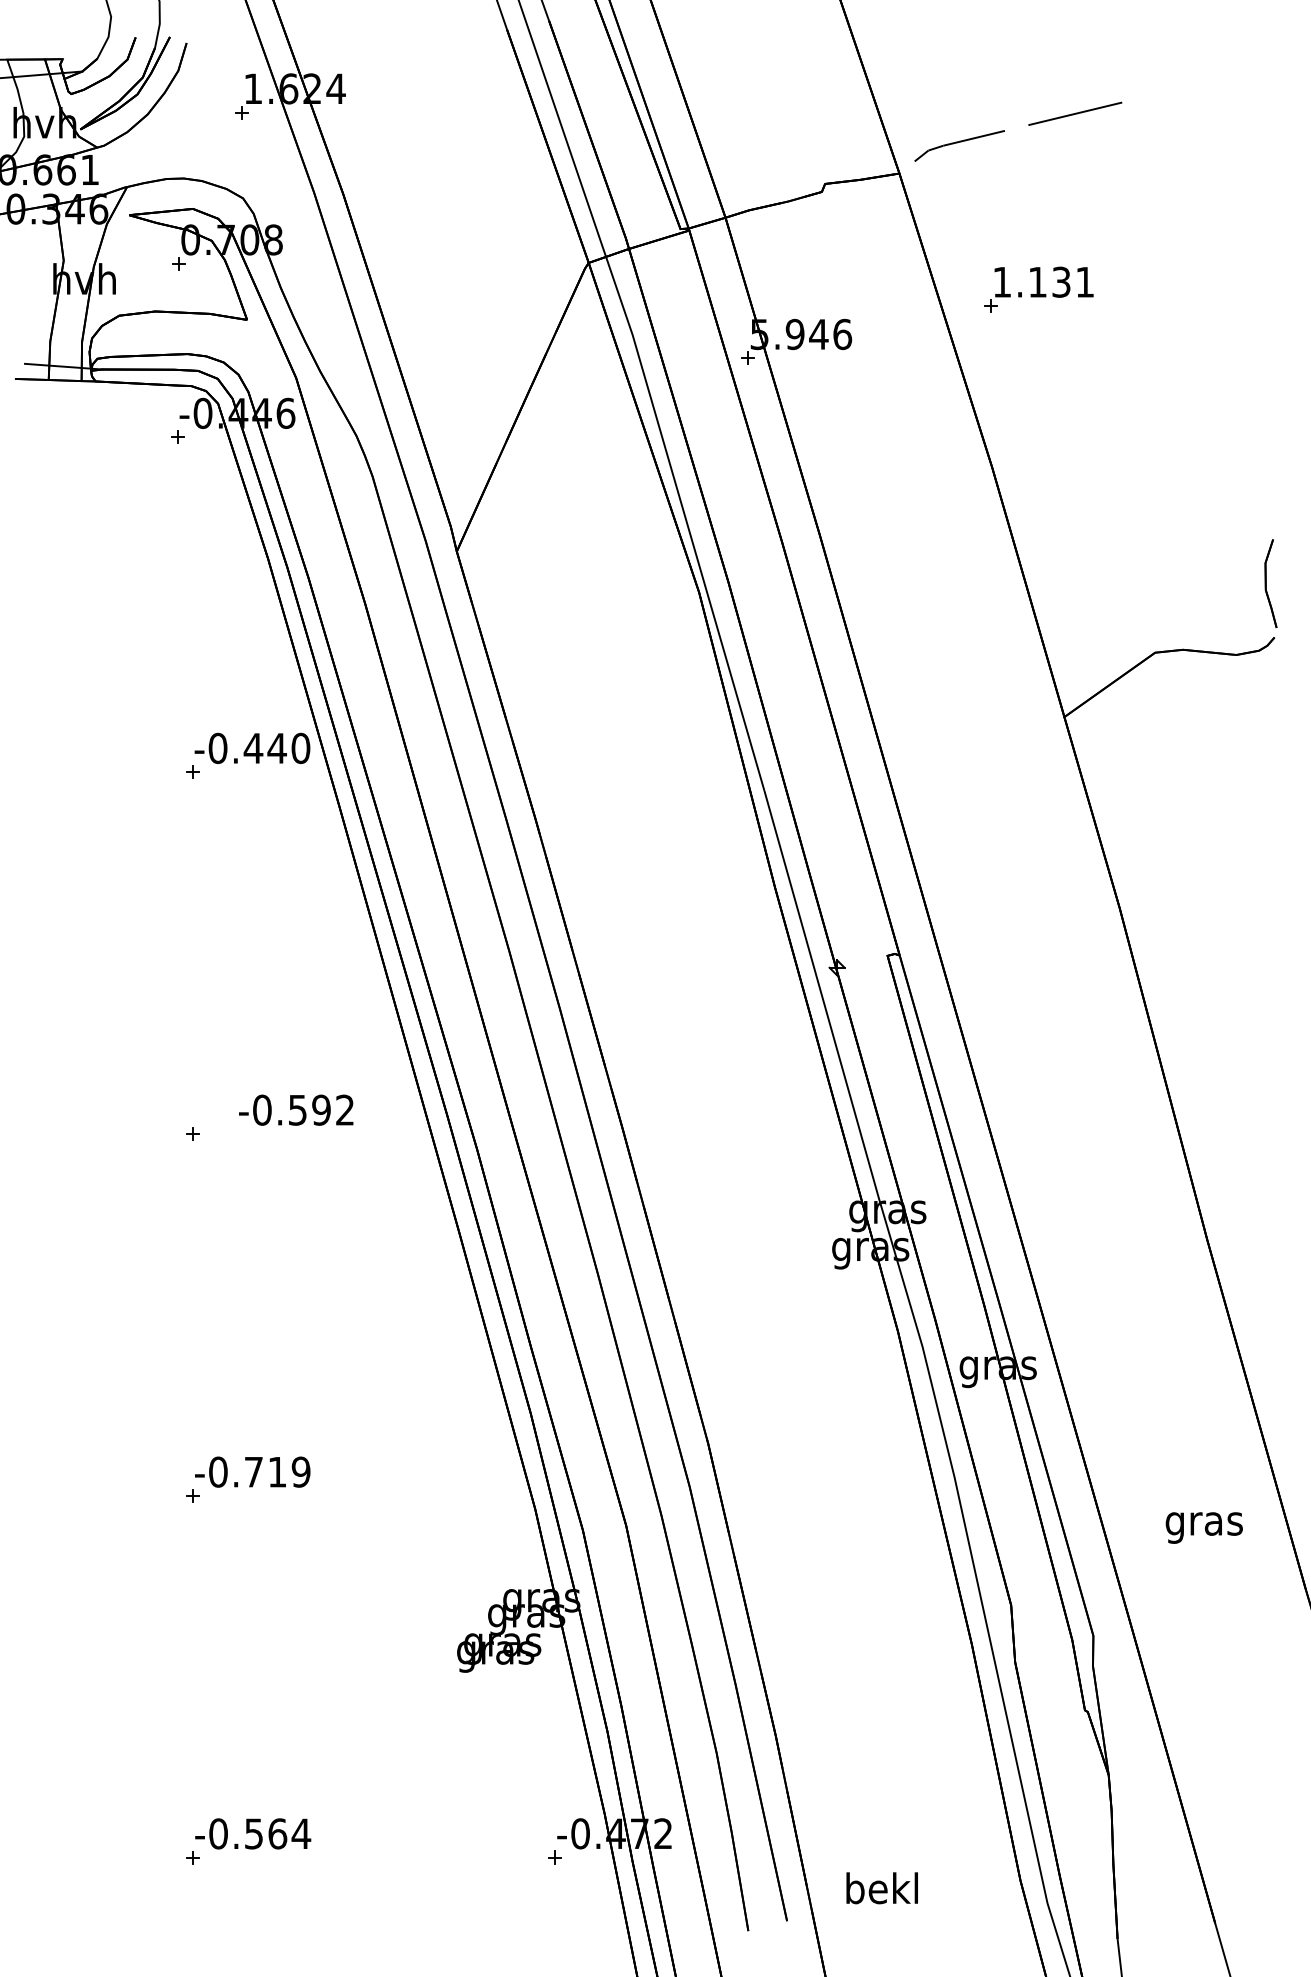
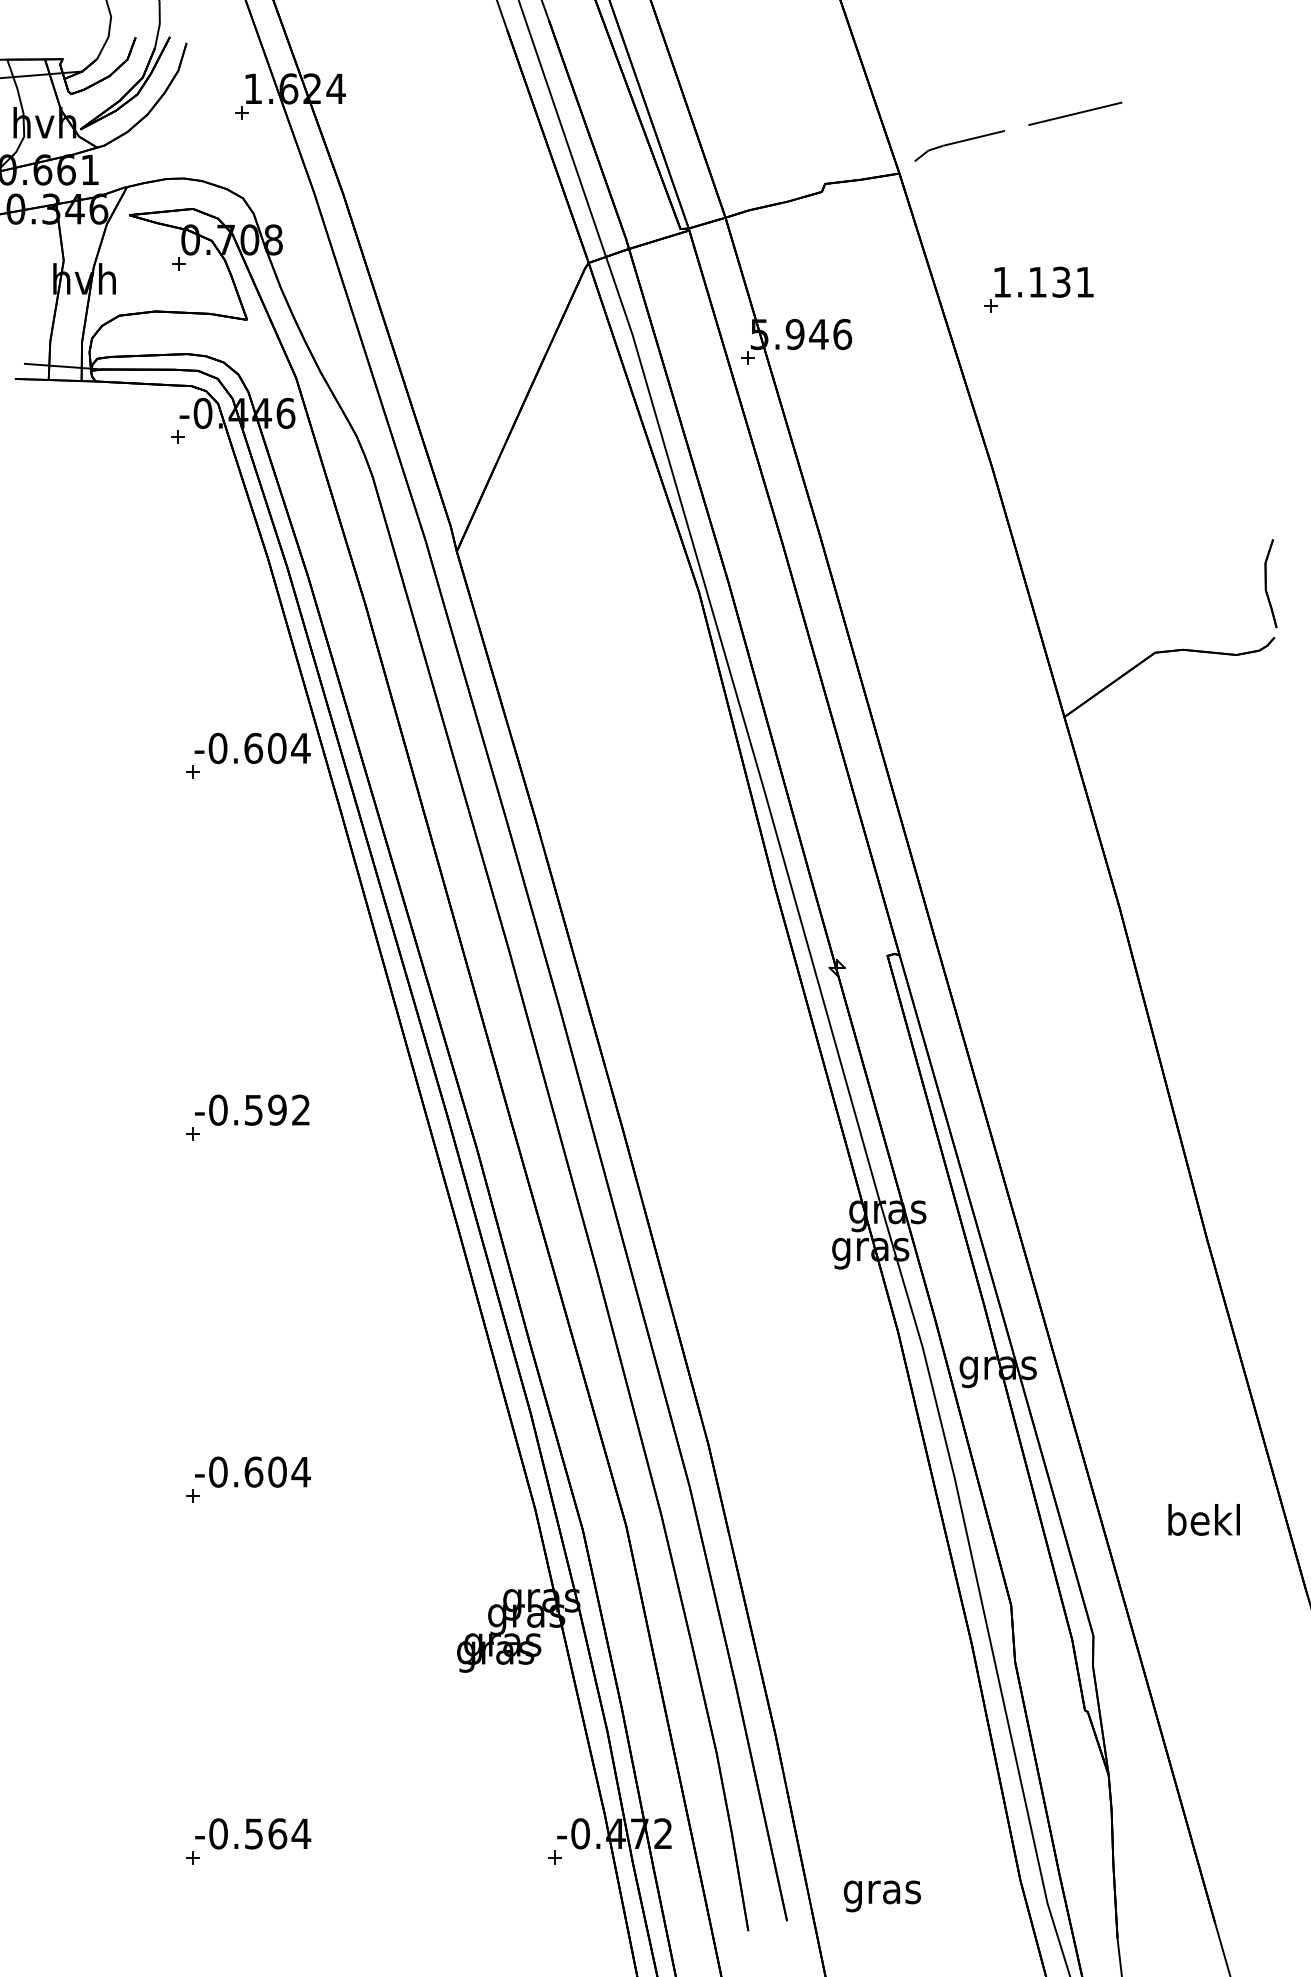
text at (276, 748): -0.440 -> -0.604
text at (296, 1109) position: (296, 1109) -> (252, 1109)
text at (277, 1471): -0.719 -> -0.604
text at (1203, 1523): gras -> bekl
text at (881, 1892): bekl -> gras
